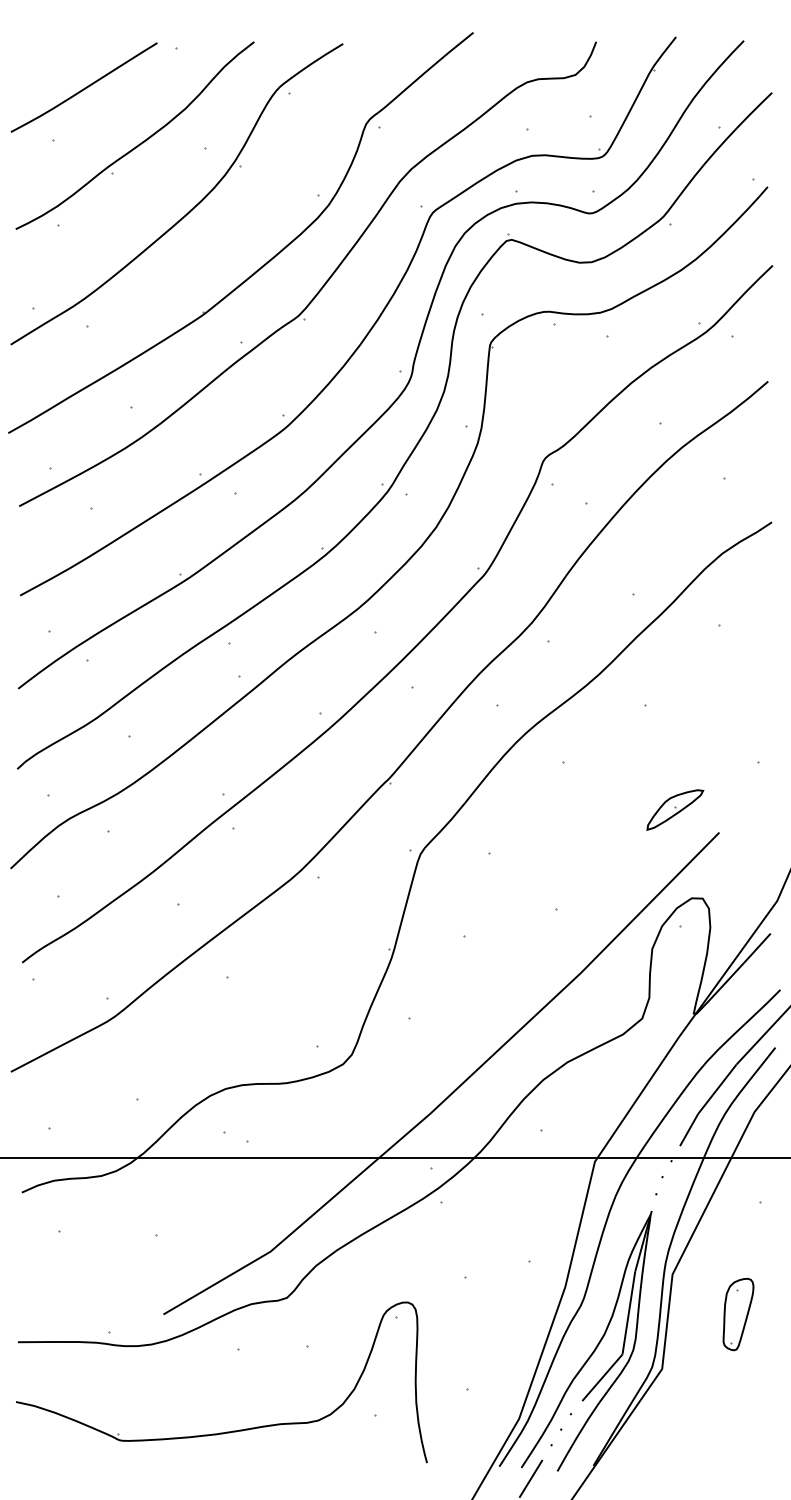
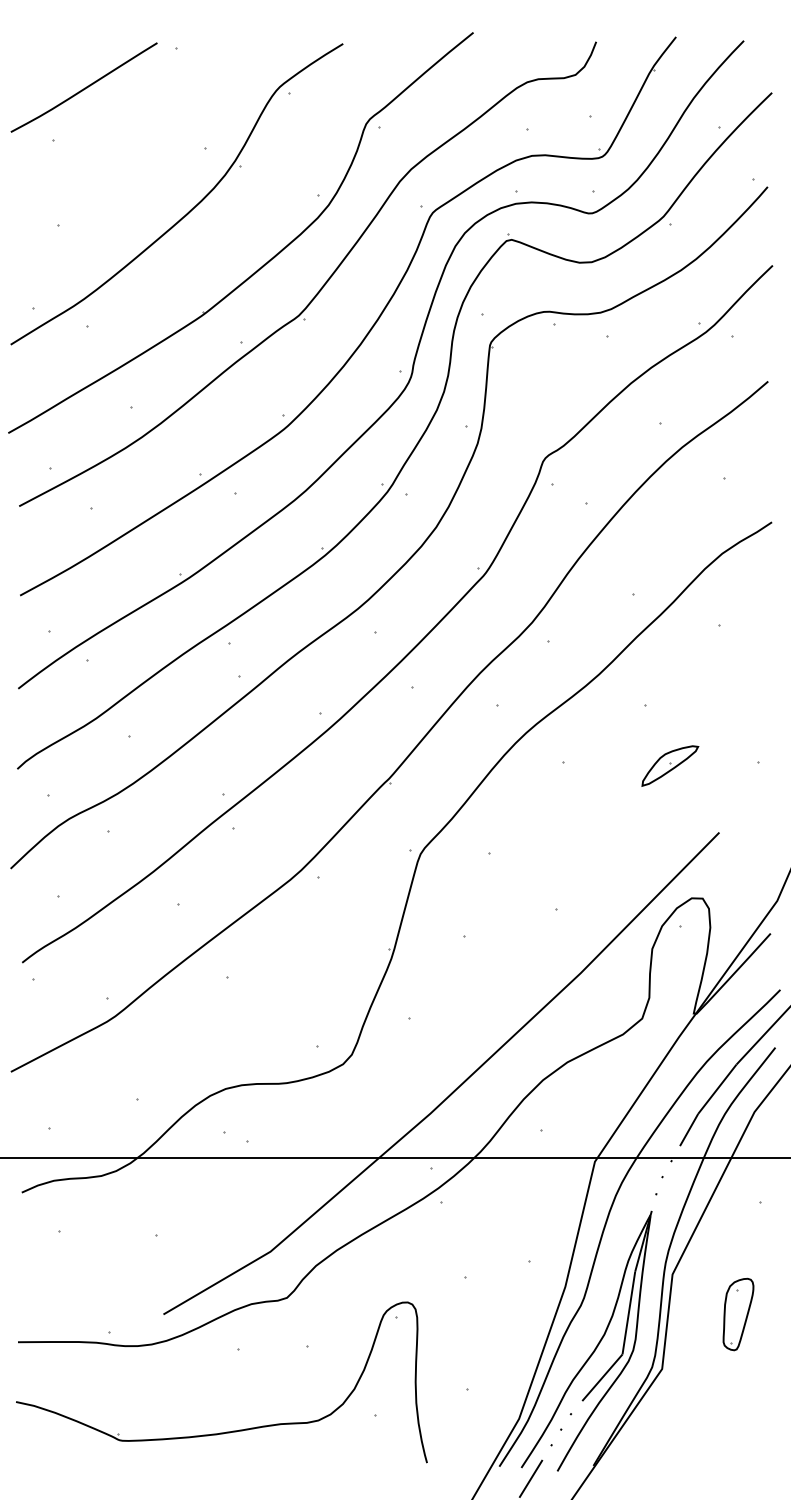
part at (139, 143): present -> none
part at (675, 809) position: (675, 809) -> (670, 765)
